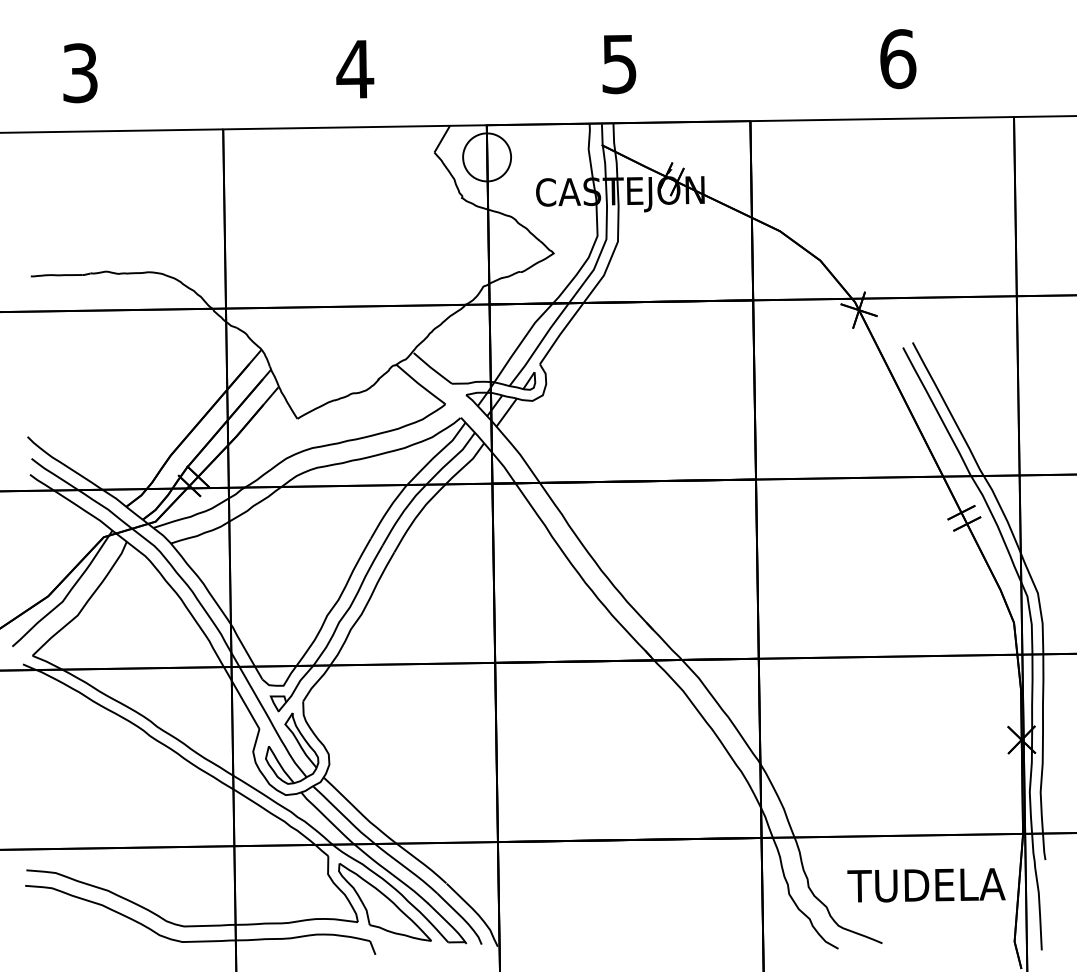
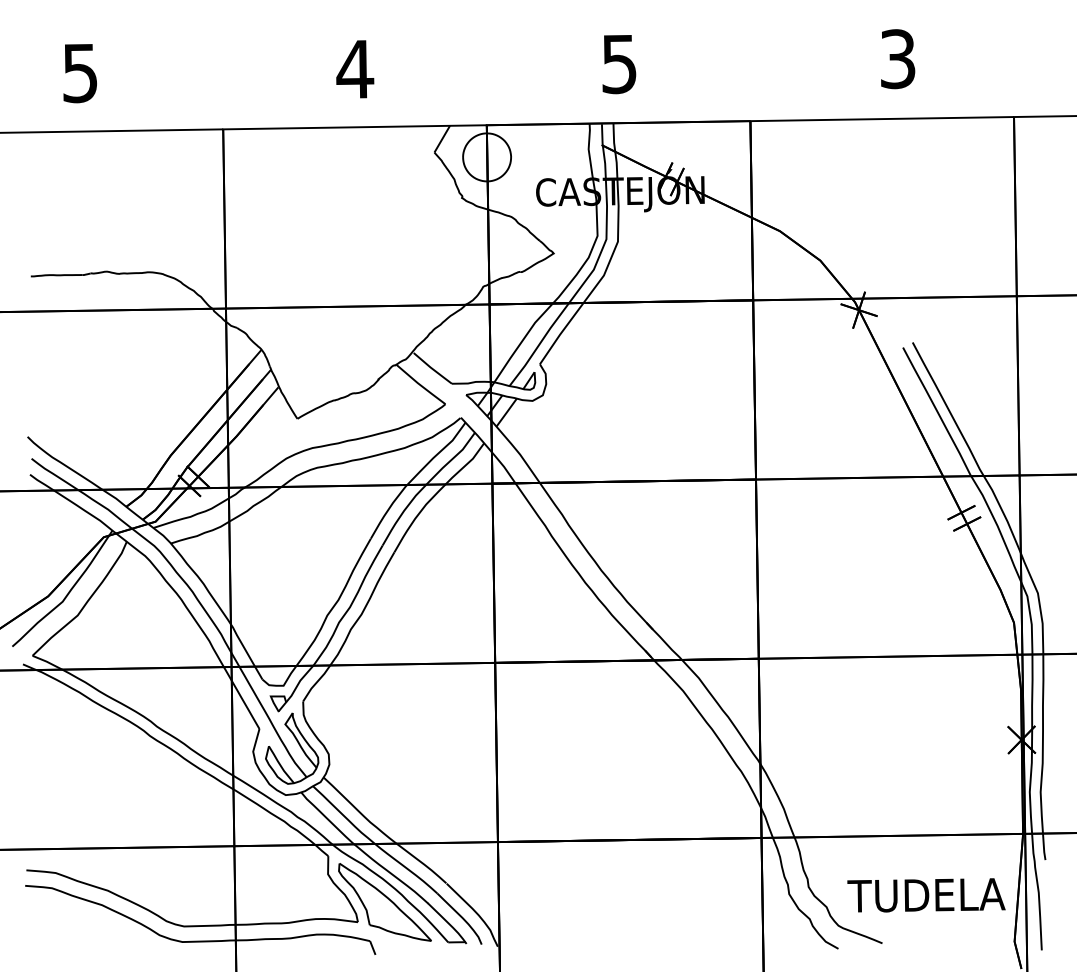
text at (898, 59): 6 -> 3
text at (80, 72): 3 -> 5
text at (926, 885) position: (926, 885) -> (926, 895)
